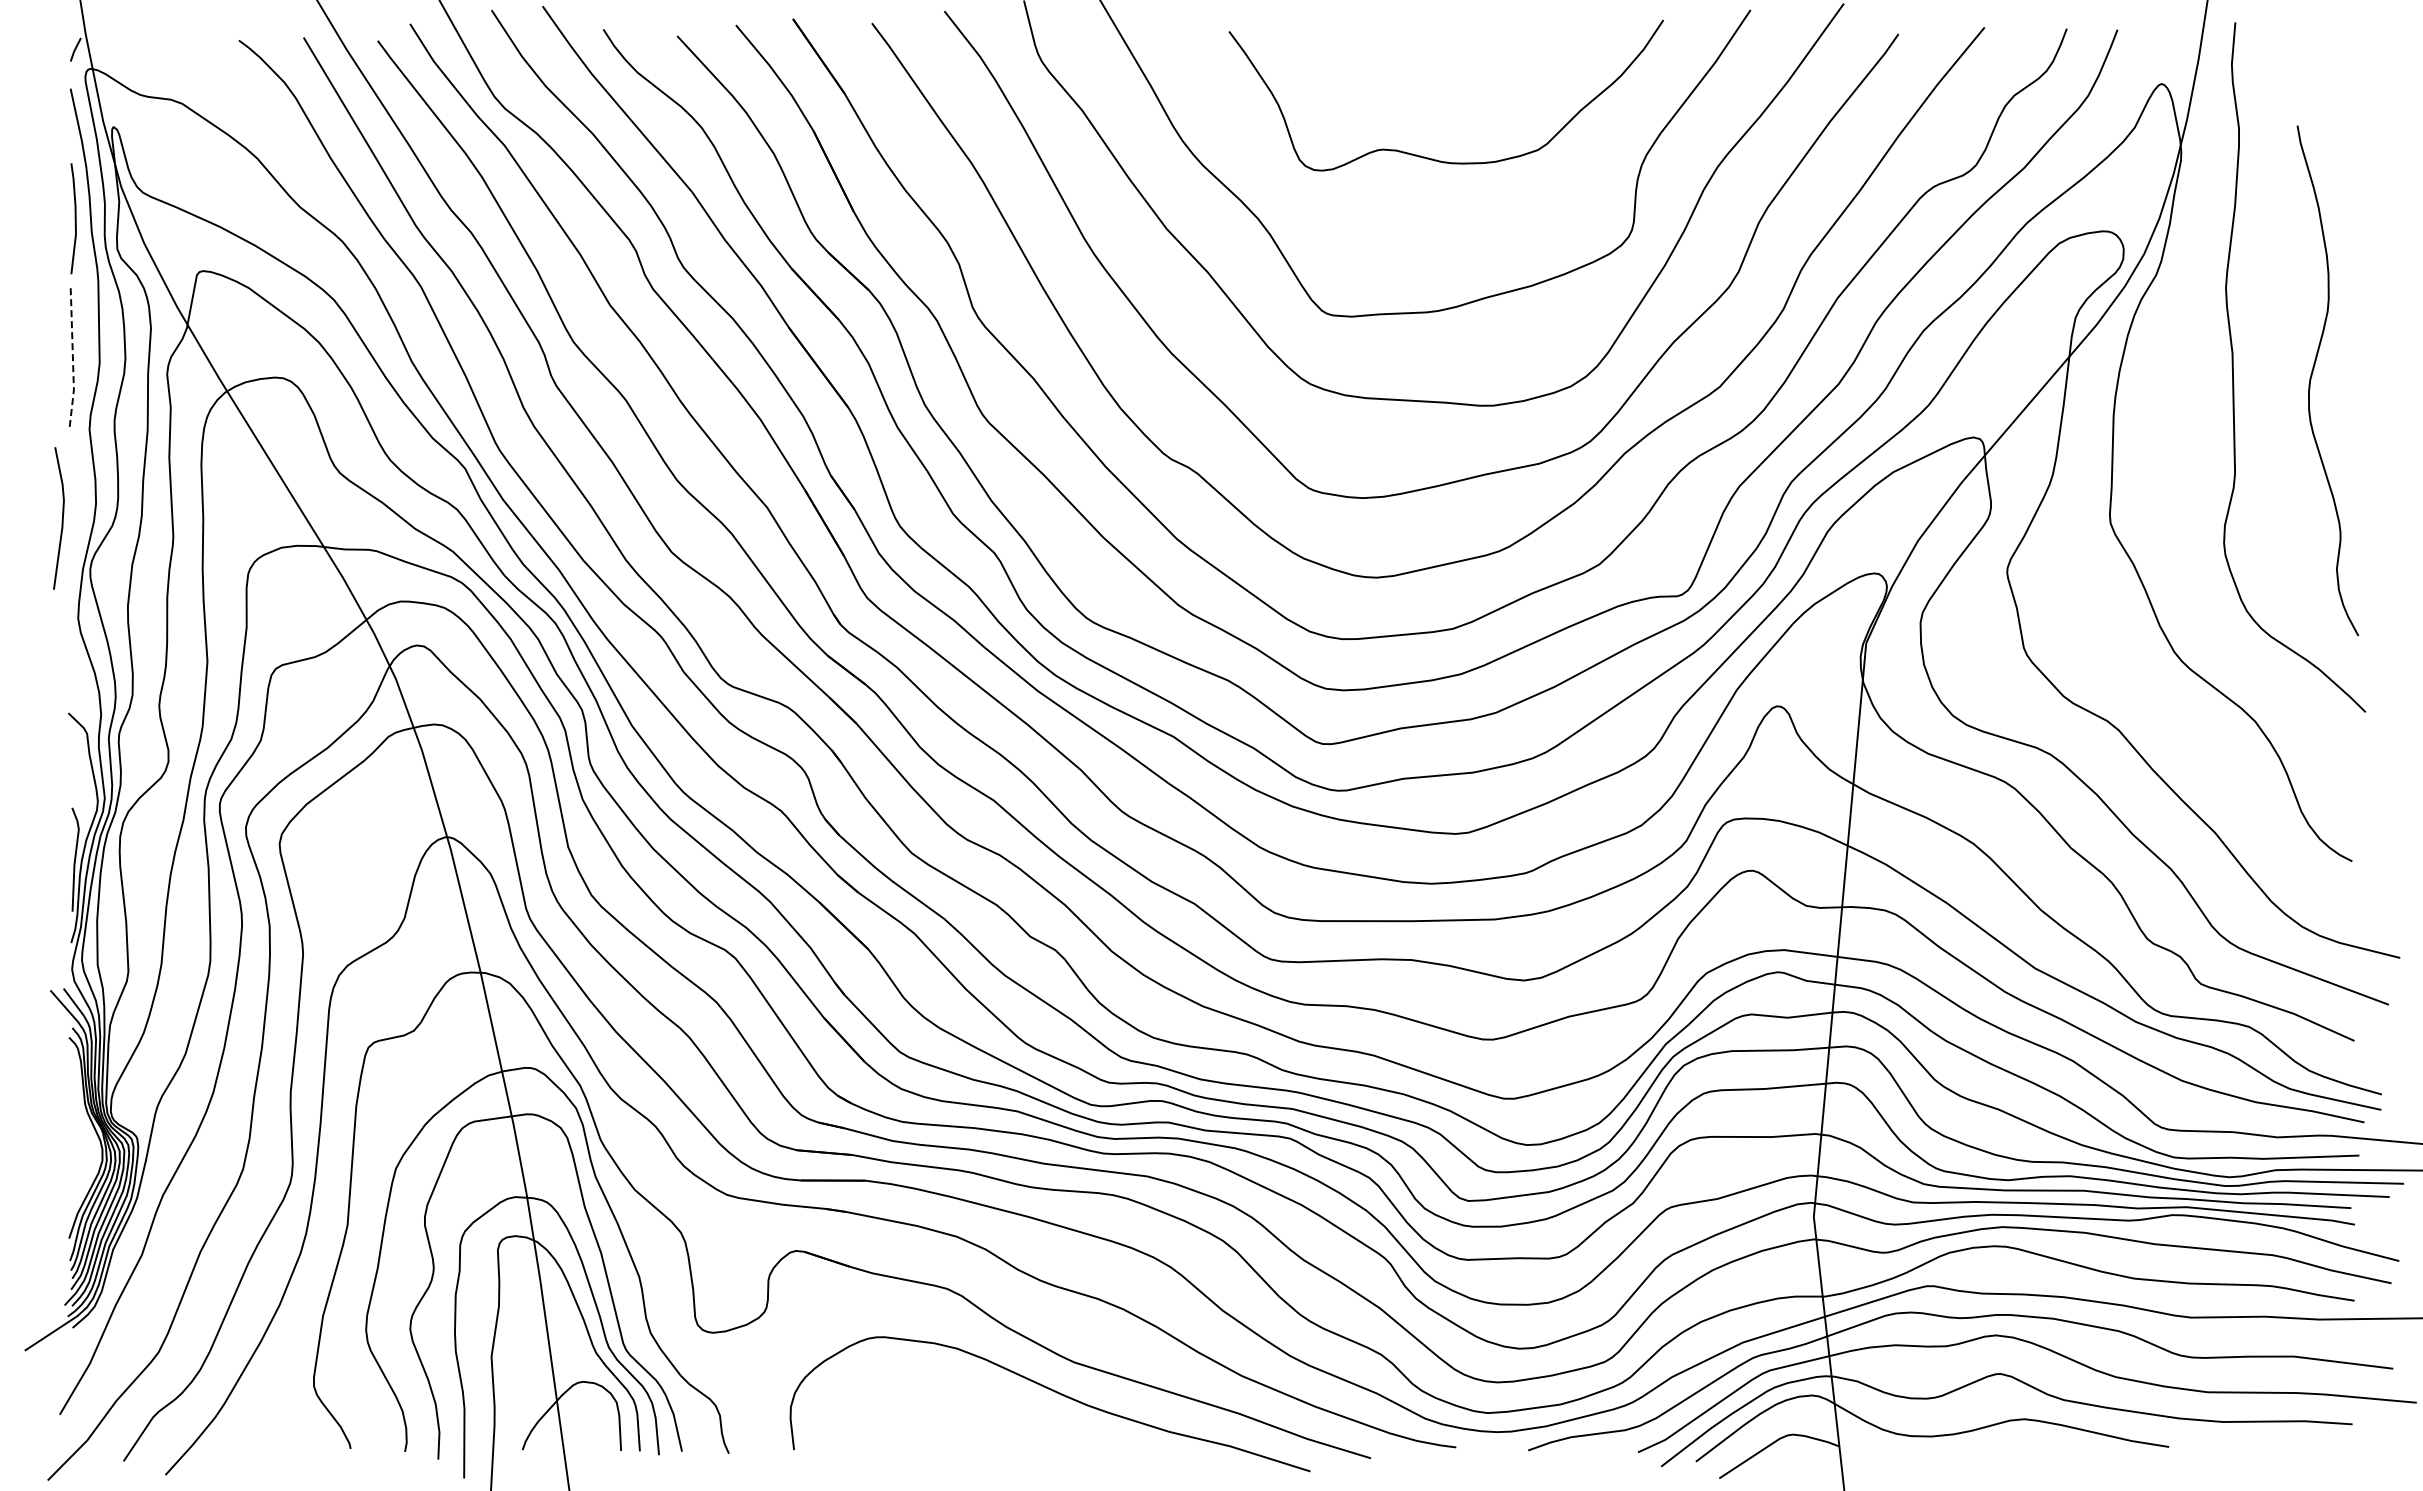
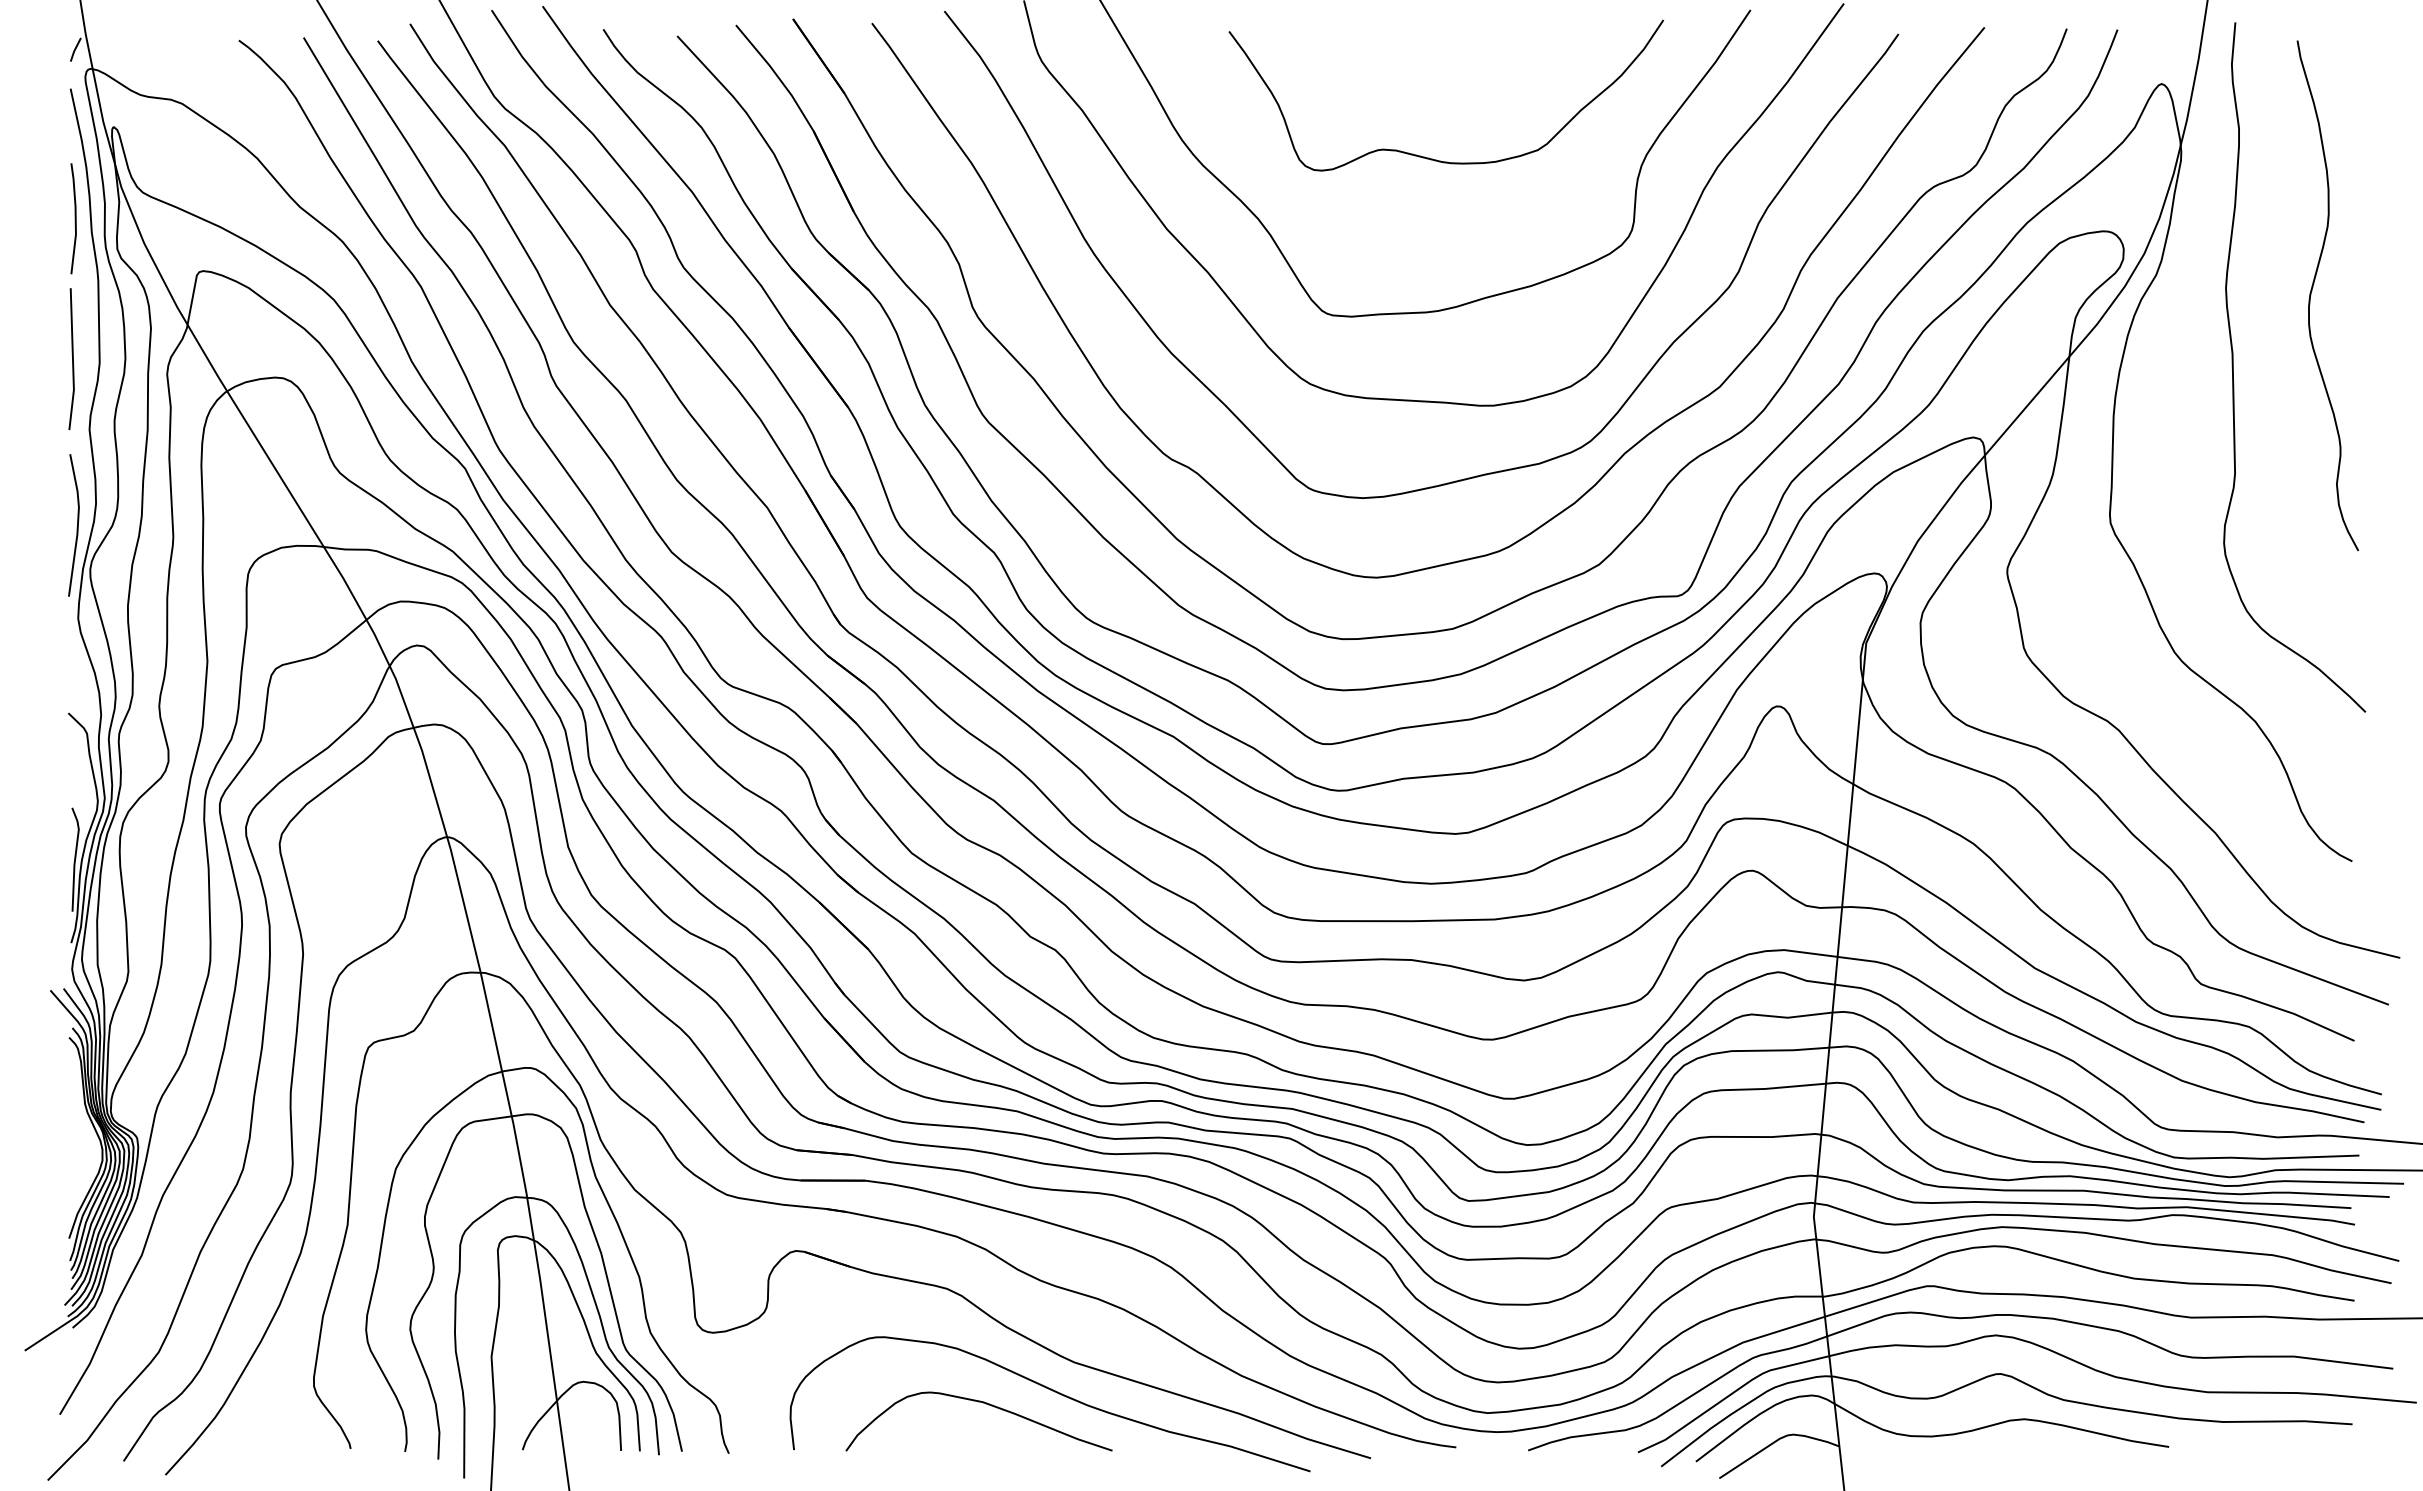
line at (73, 360): dashed -> solid
curve at (2312, 376) position: (2312, 376) -> (2312, 291)
line at (61, 520) position: (61, 520) -> (76, 527)
curve at (985, 1404): none -> present
